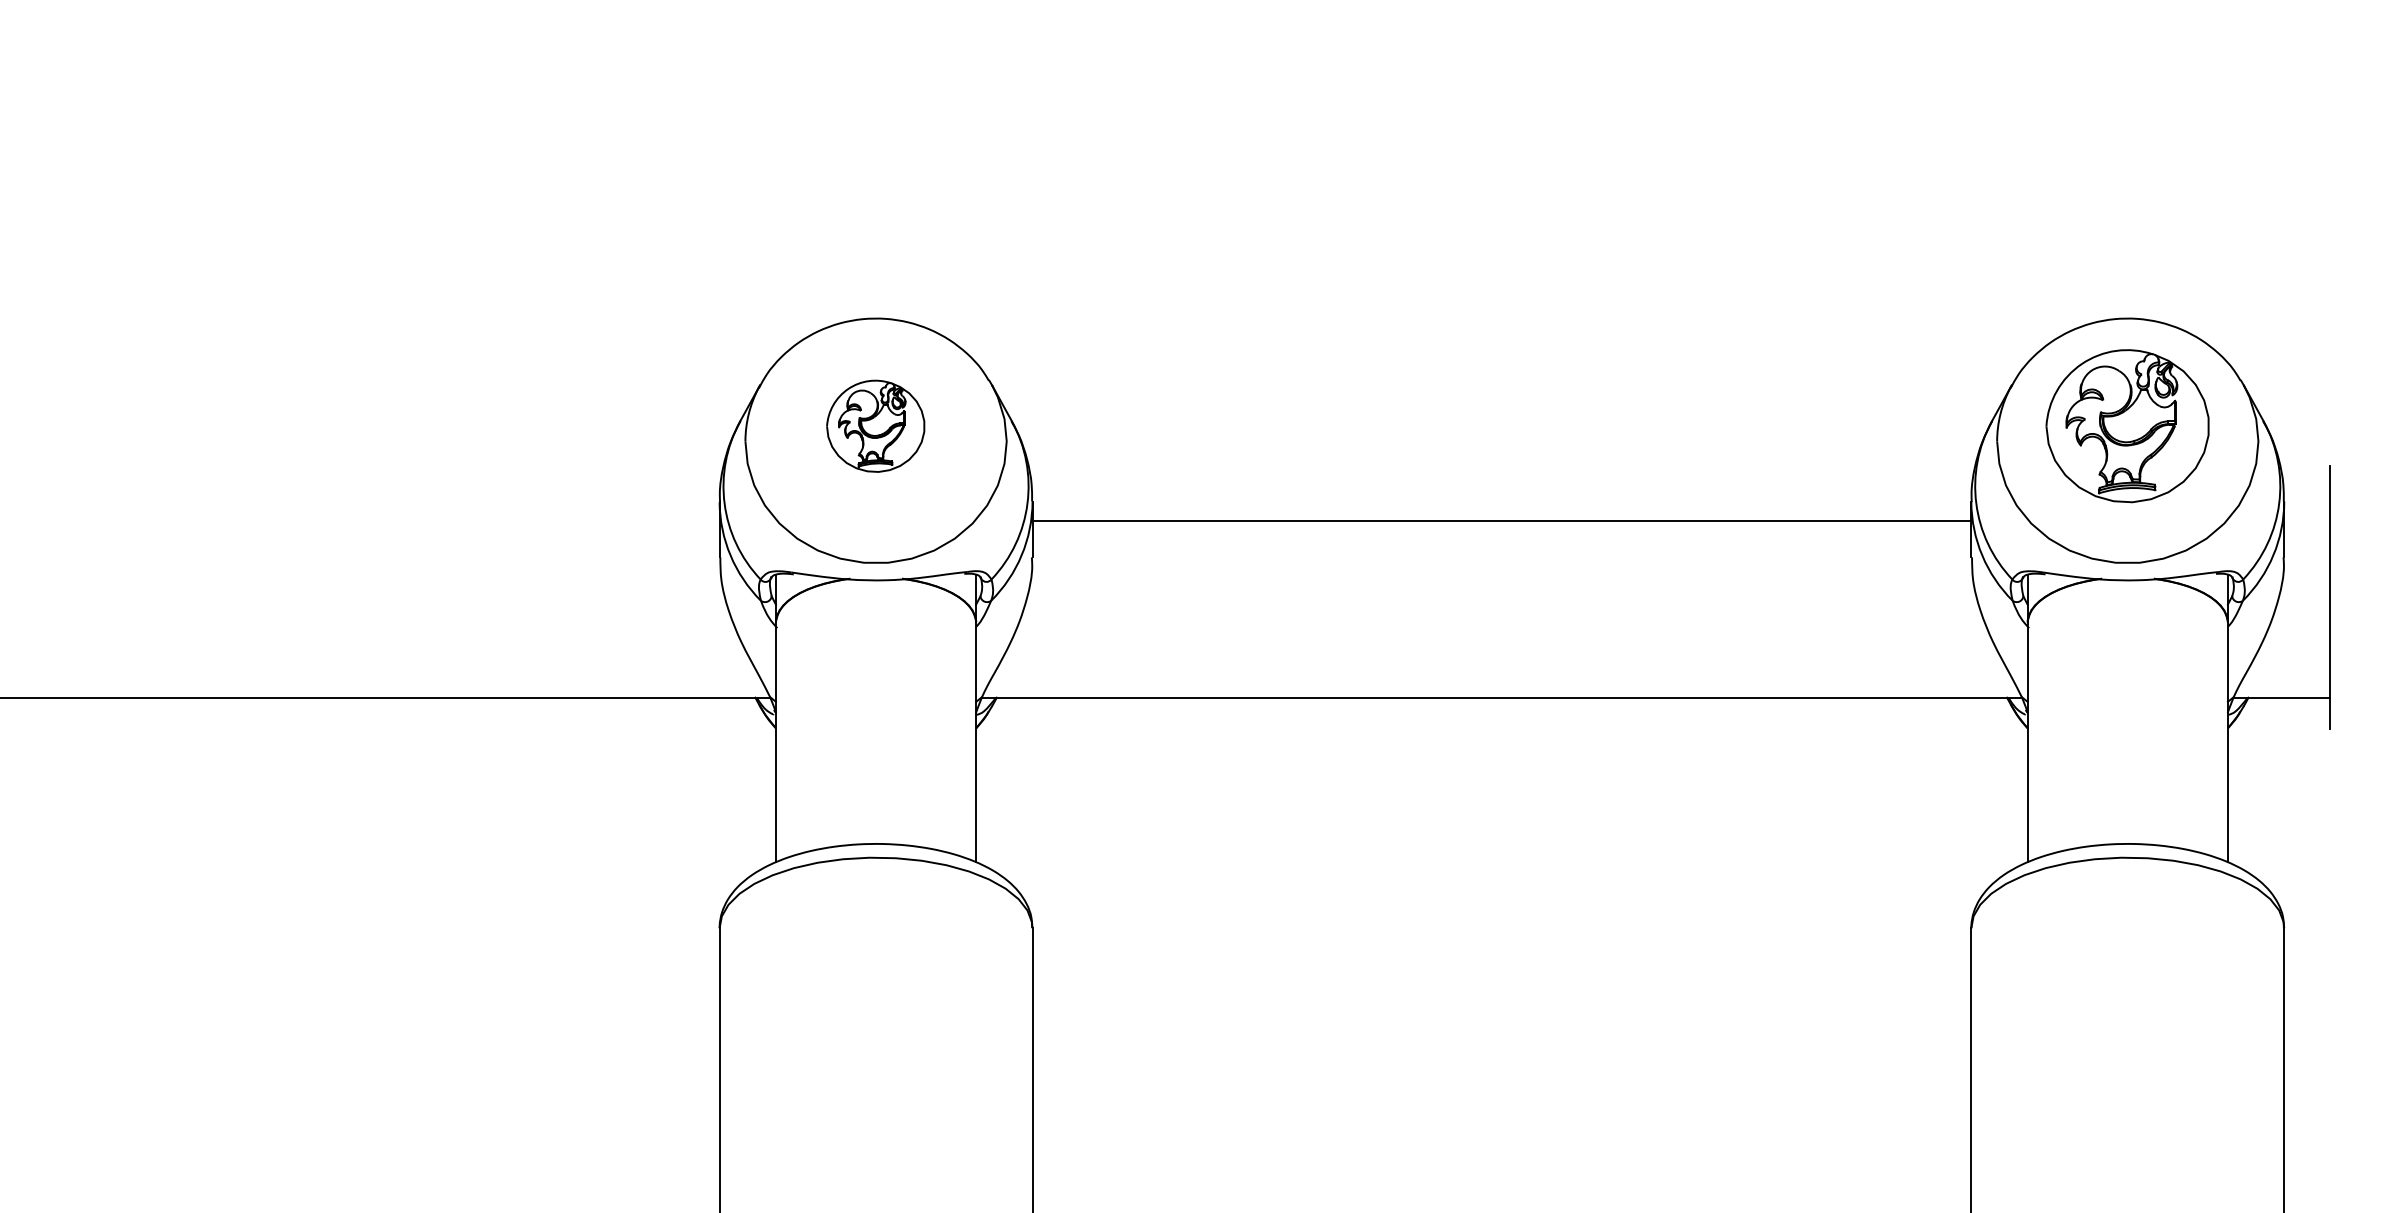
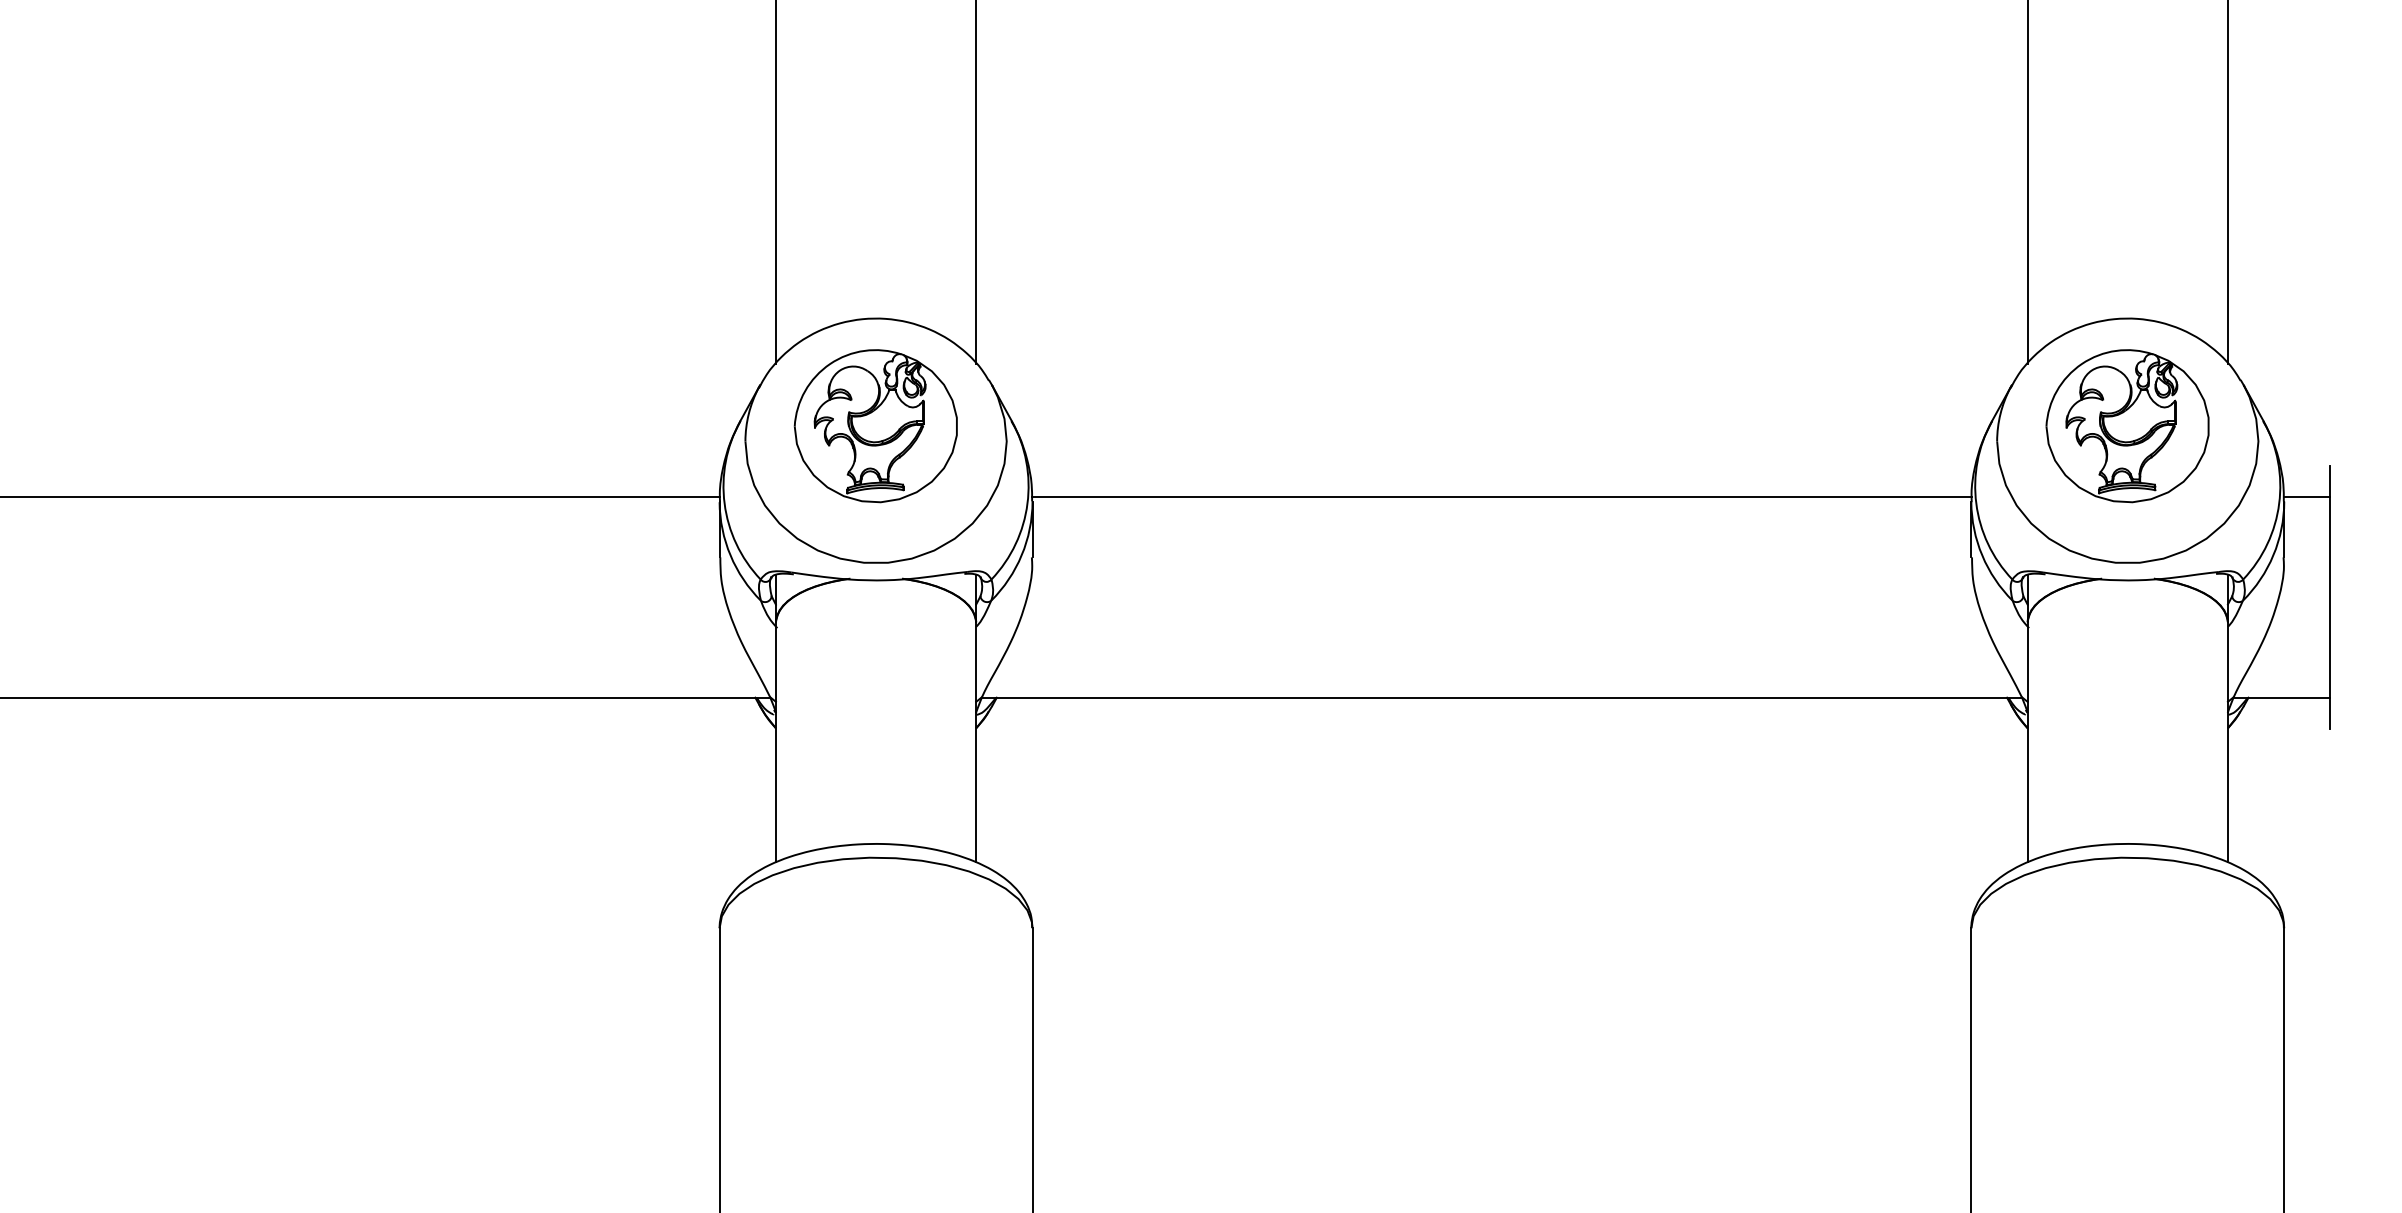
line at (775, 183): none -> present
line at (976, 183): none -> present
line at (2027, 183): none -> present
line at (2227, 183): none -> present
part at (875, 425) size: 100x94 px -> 165x155 px
line at (360, 497): none -> present
line at (2306, 497): none -> present
line at (1501, 521) position: (1501, 521) -> (1501, 497)
